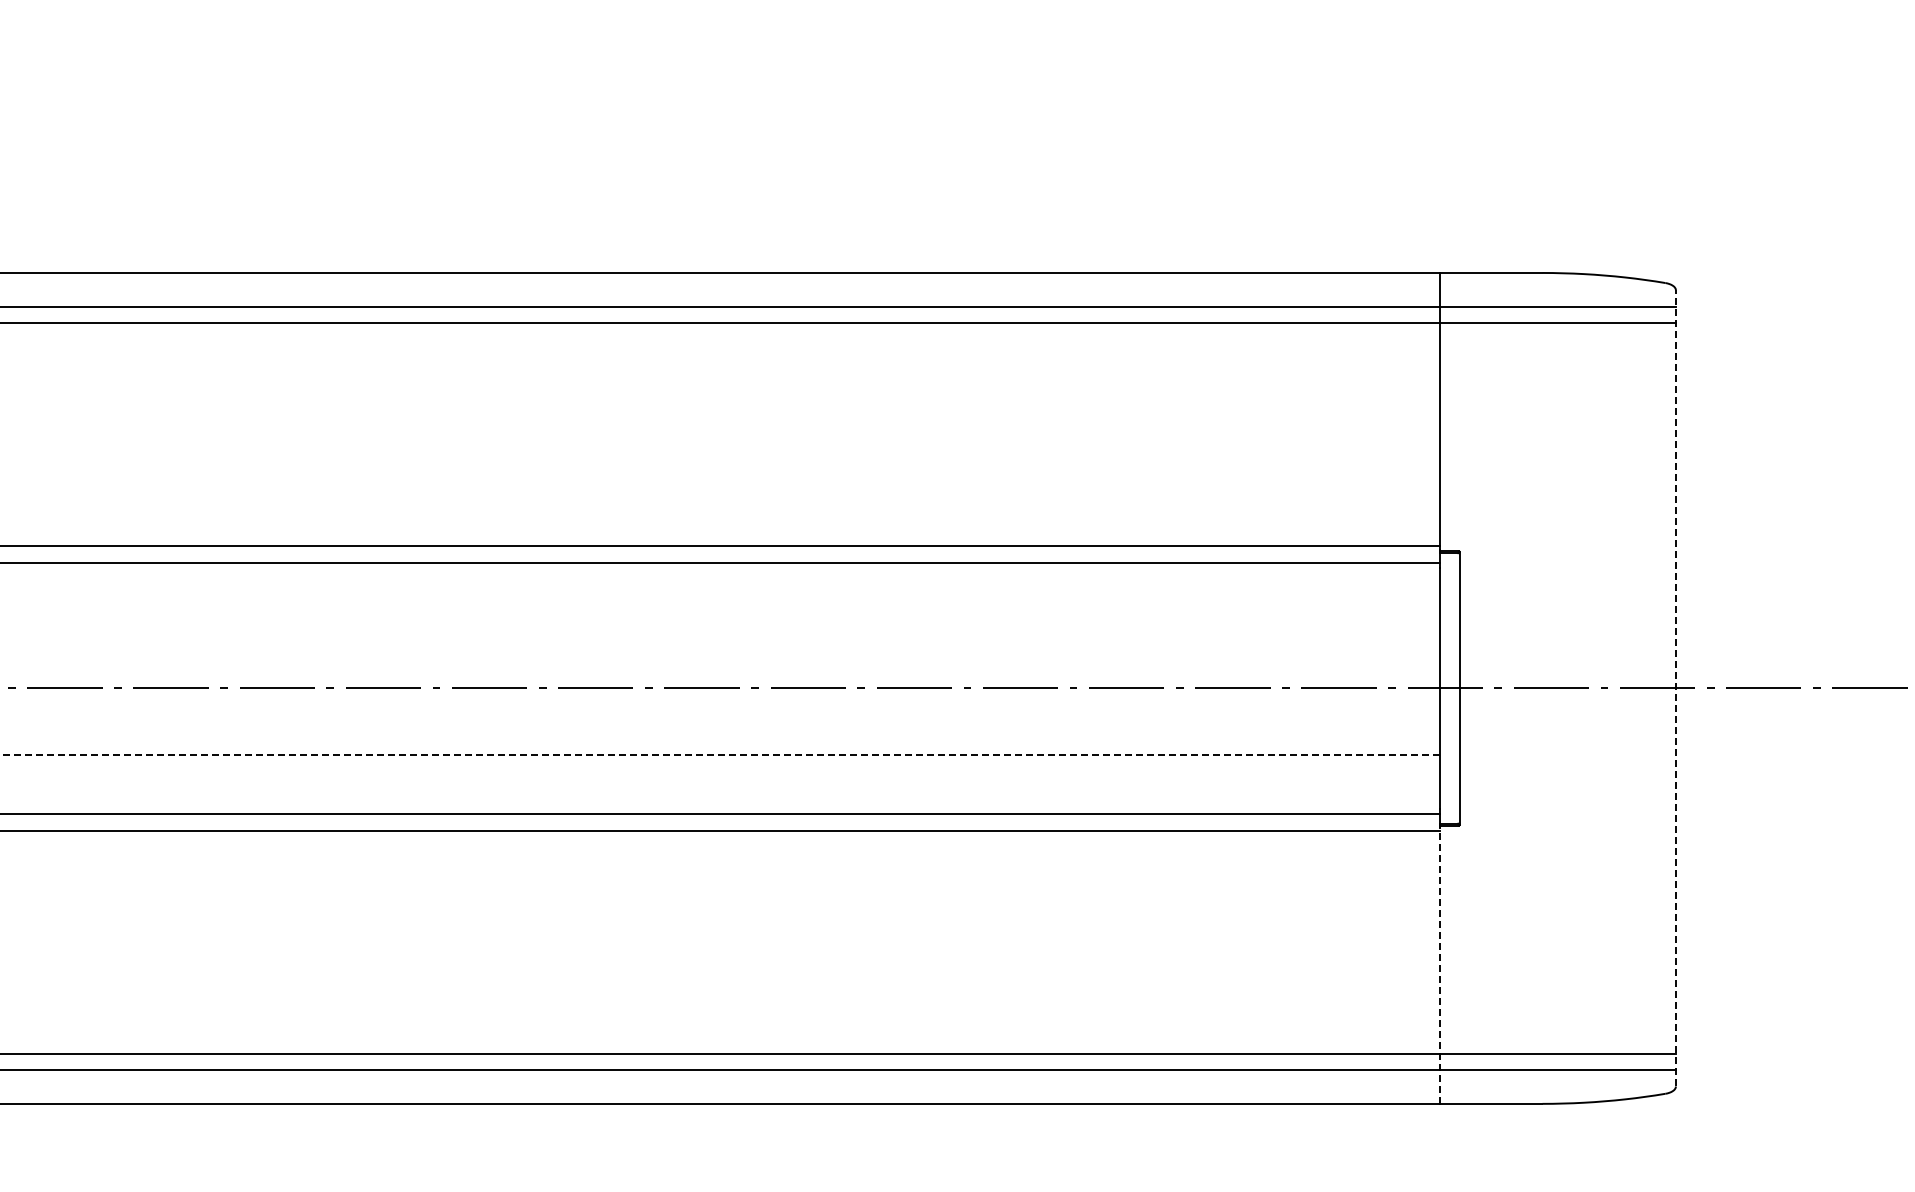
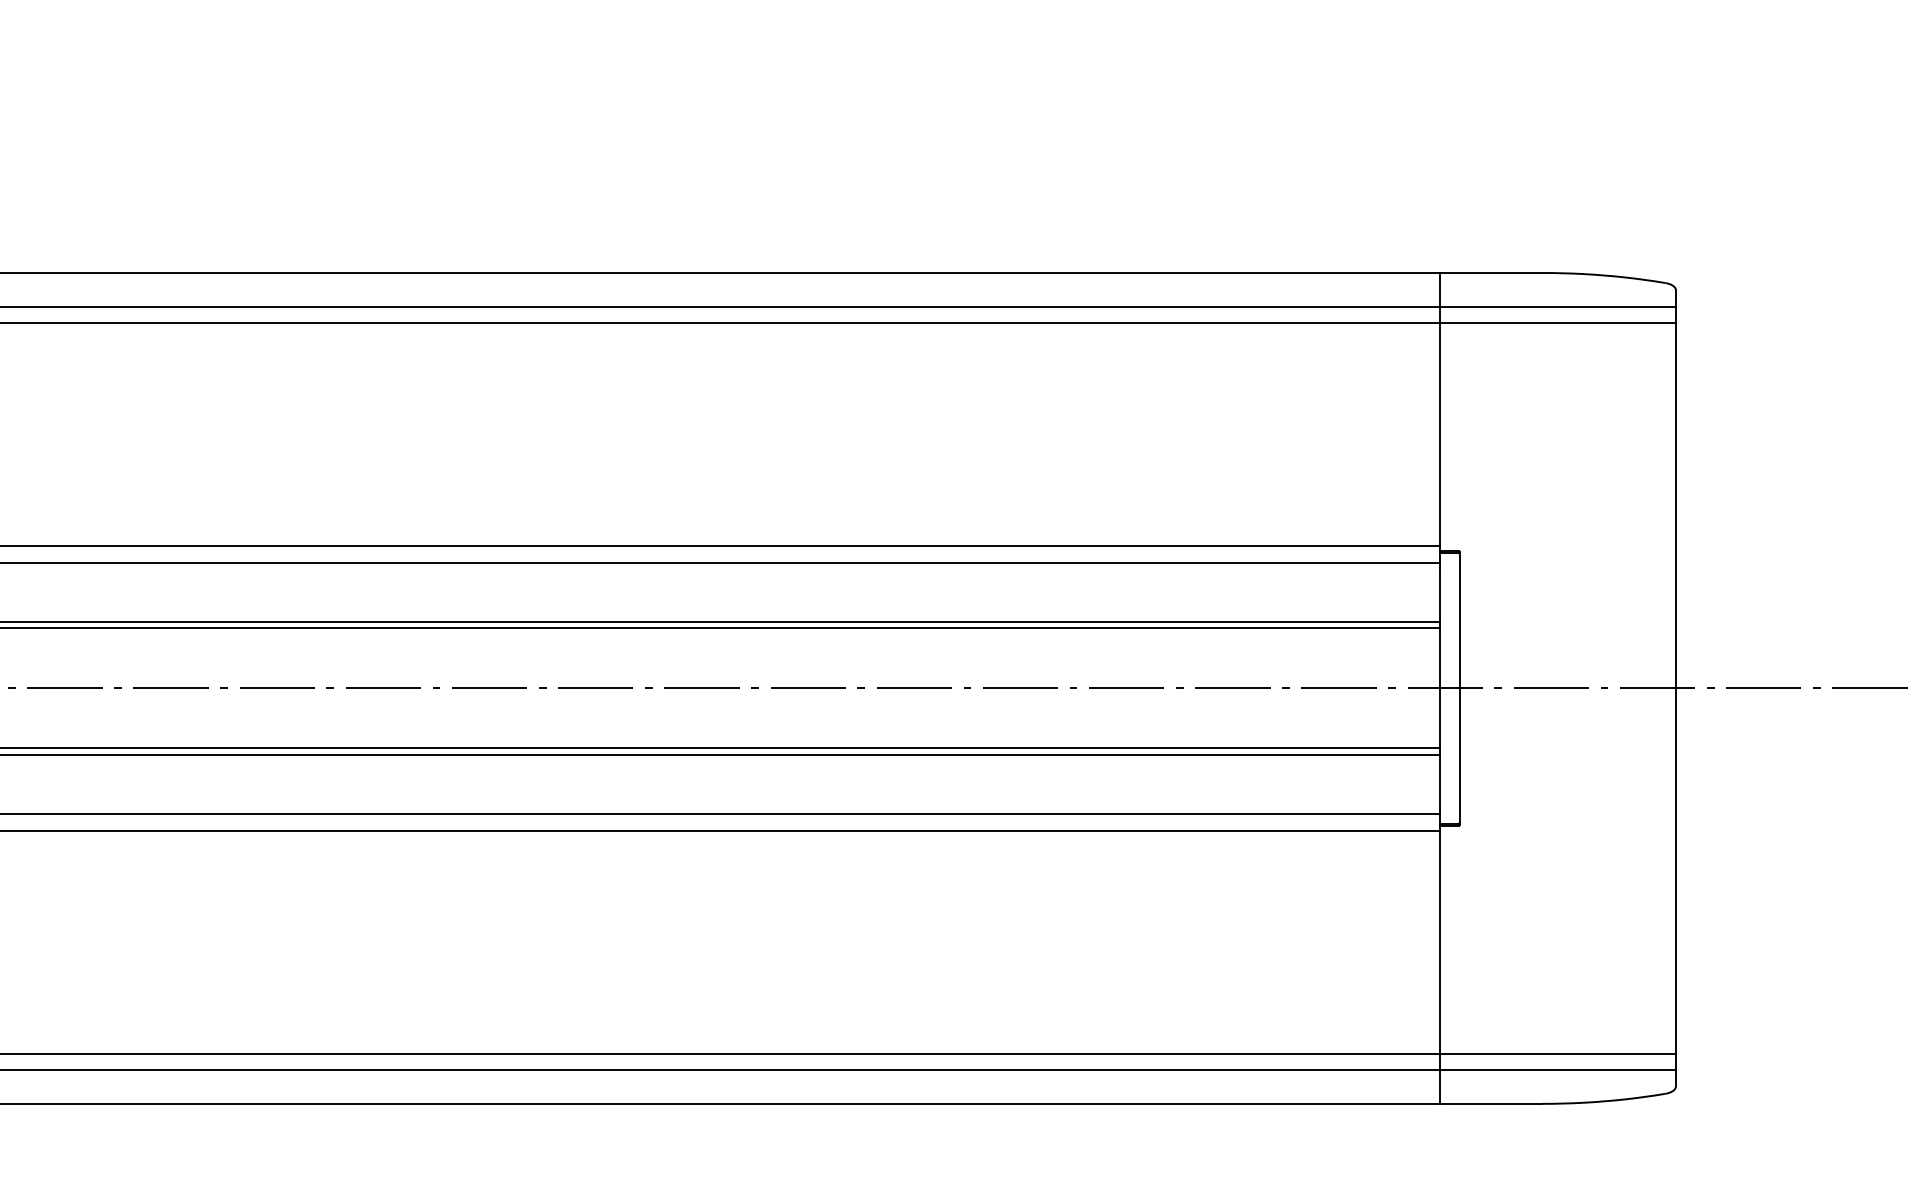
line at (721, 621): none -> present
line at (721, 628): none -> present
line at (1675, 687): dashed -> solid
line at (721, 748): none -> present
line at (720, 755): dashed -> solid
line at (1440, 964): dashed -> solid
